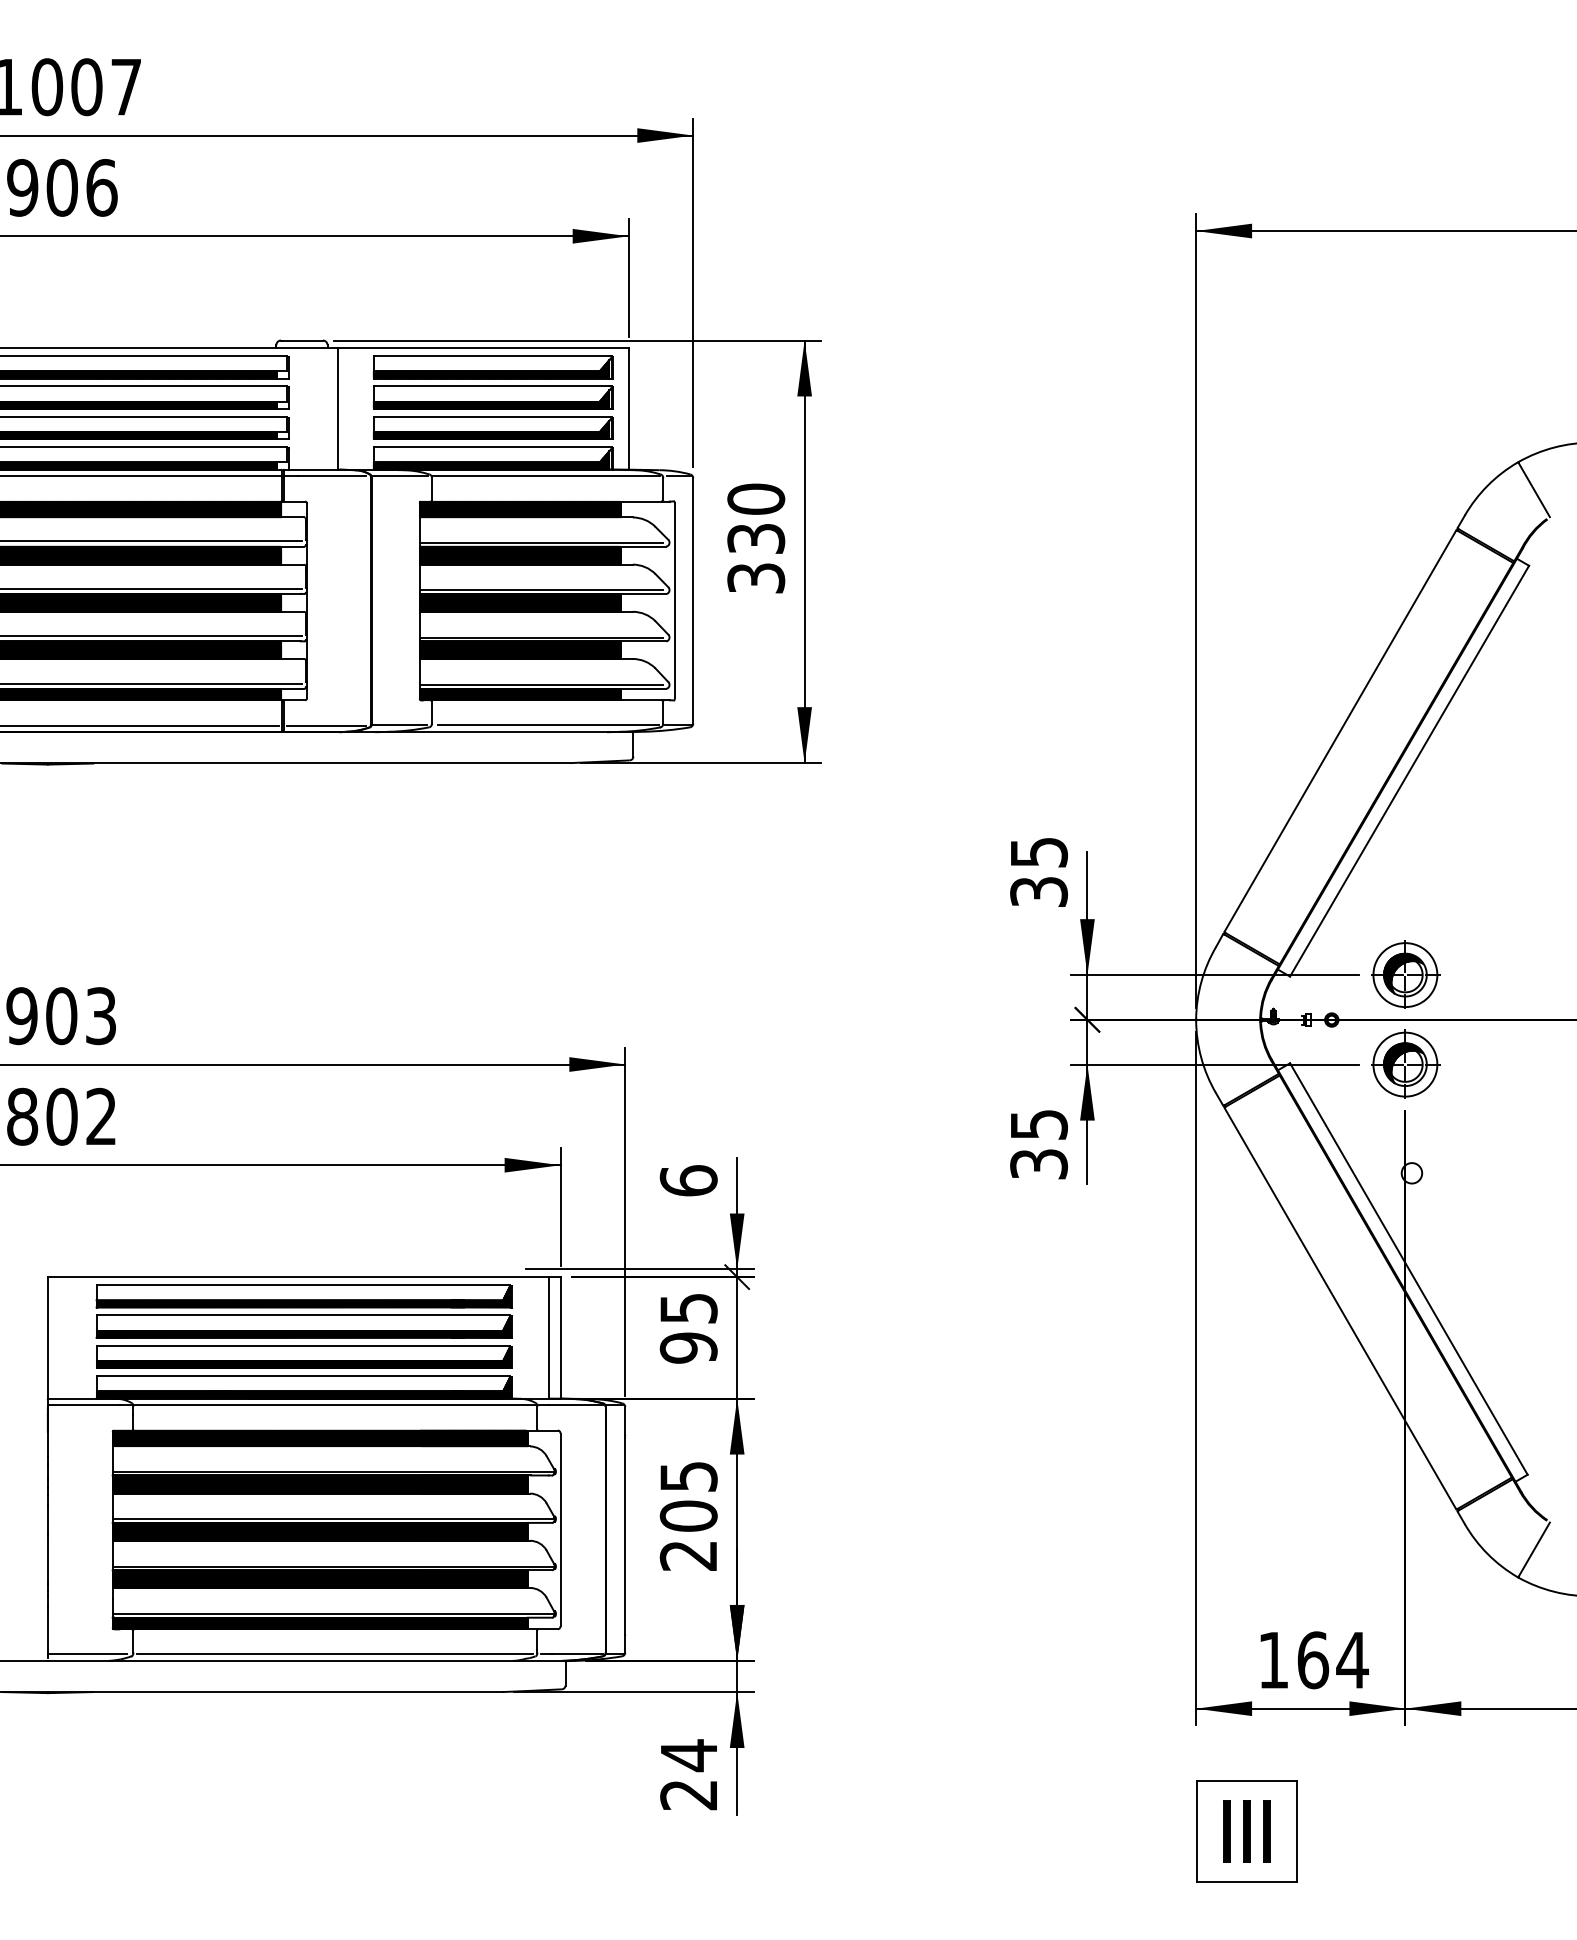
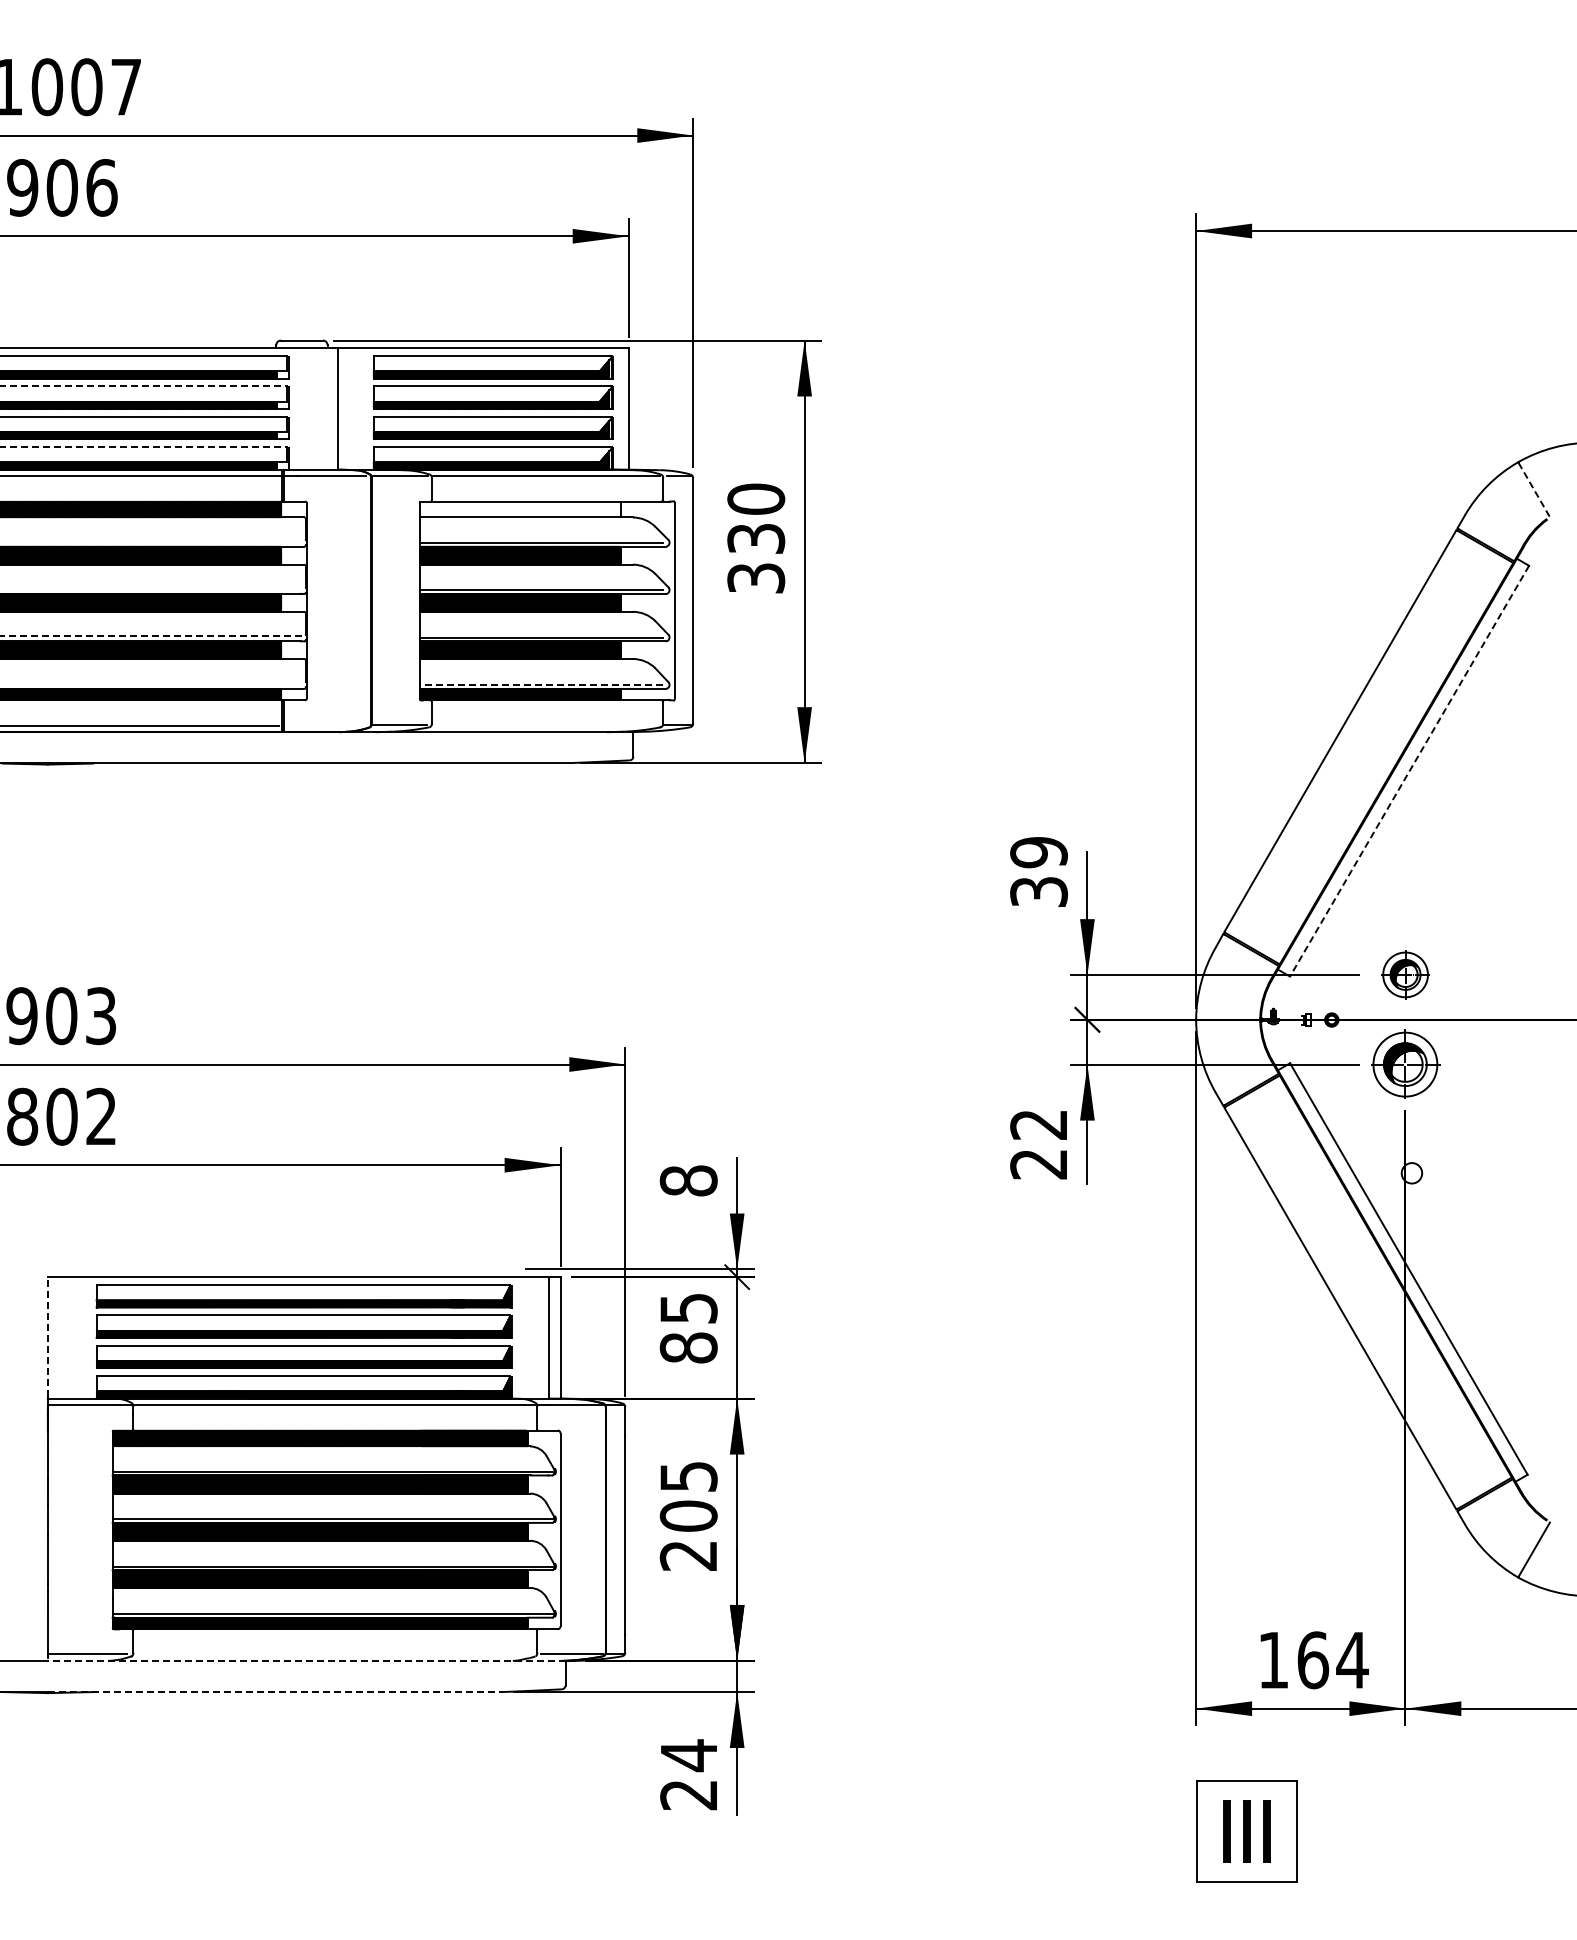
line at (144, 386): solid -> dashed
line at (144, 447): solid -> dashed
line at (1534, 490): solid -> dashed
hatch at (519, 509): present -> none
line at (151, 541): present -> none
line at (151, 588): present -> none
line at (151, 636): solid -> dashed
line at (151, 683): present -> none
line at (541, 684): solid -> dashed
line at (325, 725): present -> none
line at (548, 725): present -> none
line at (1409, 771): solid -> dashed
text at (1038, 852): 35 -> 39
part at (1405, 974) size: 70x69 px -> 49x50 px
text at (1039, 1144): 35 -> 22
text at (688, 1180): 6 -> 8
line at (48, 1337): solid -> dashed
text at (688, 1347): 95 -> 85
line at (335, 1654): present -> none
line at (306, 1661): solid -> dashed
line at (275, 1692): solid -> dashed
